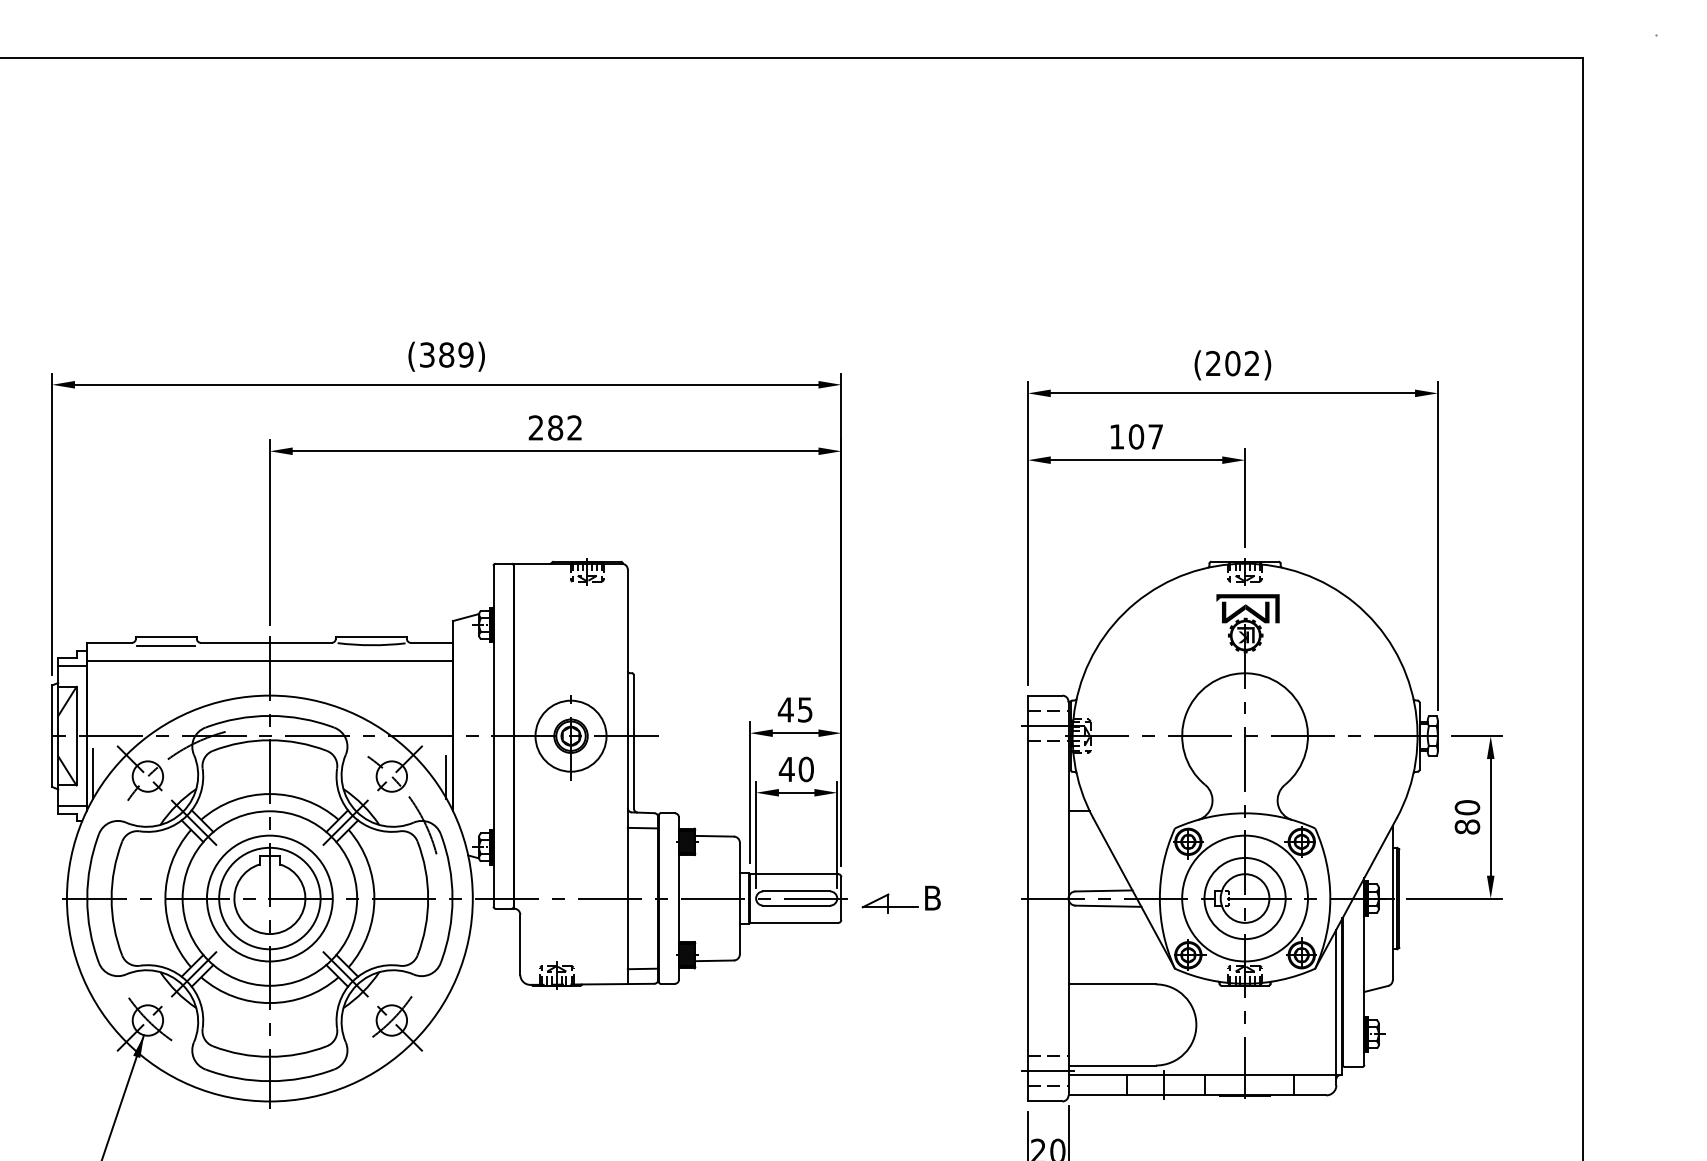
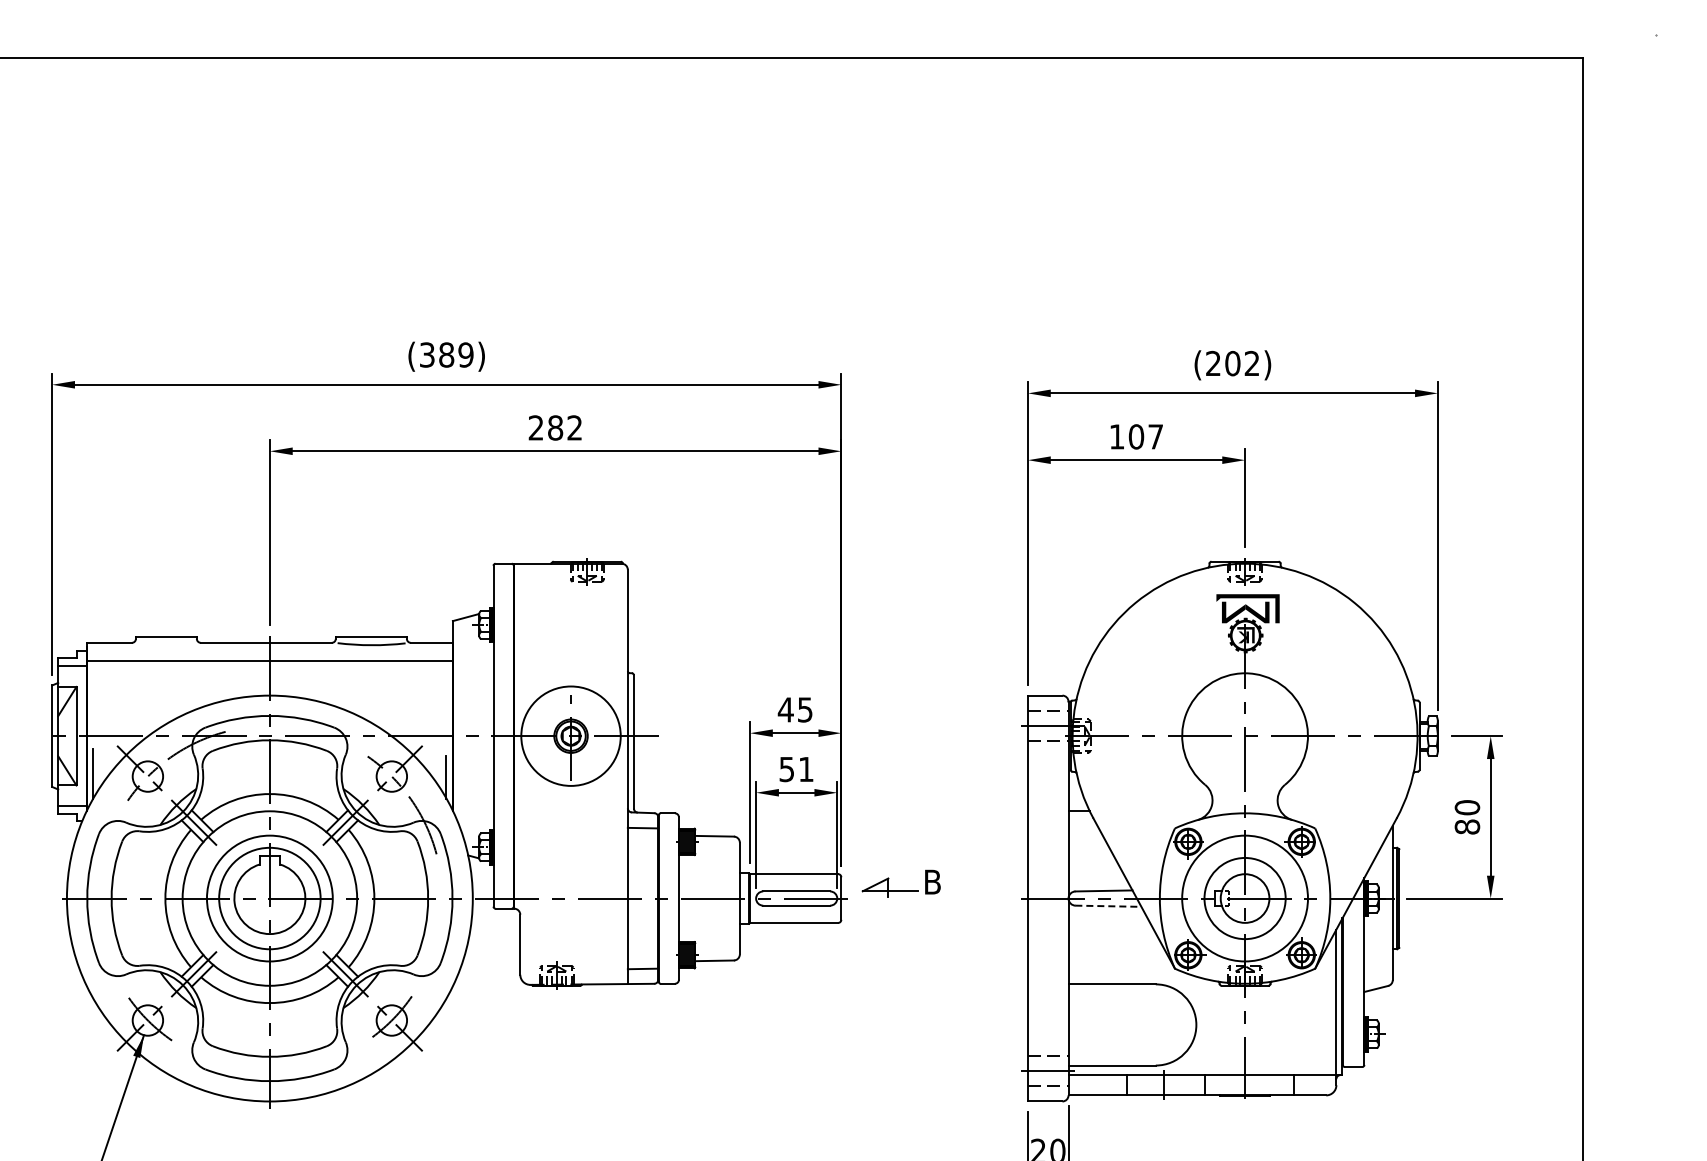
line at (166, 646): present -> none
circle at (570, 735) diameter: 71 px -> 99 px
text at (795, 769): 40 -> 51
part at (900, 906) position: (900, 906) -> (900, 890)
line at (1108, 906): solid -> dashed
